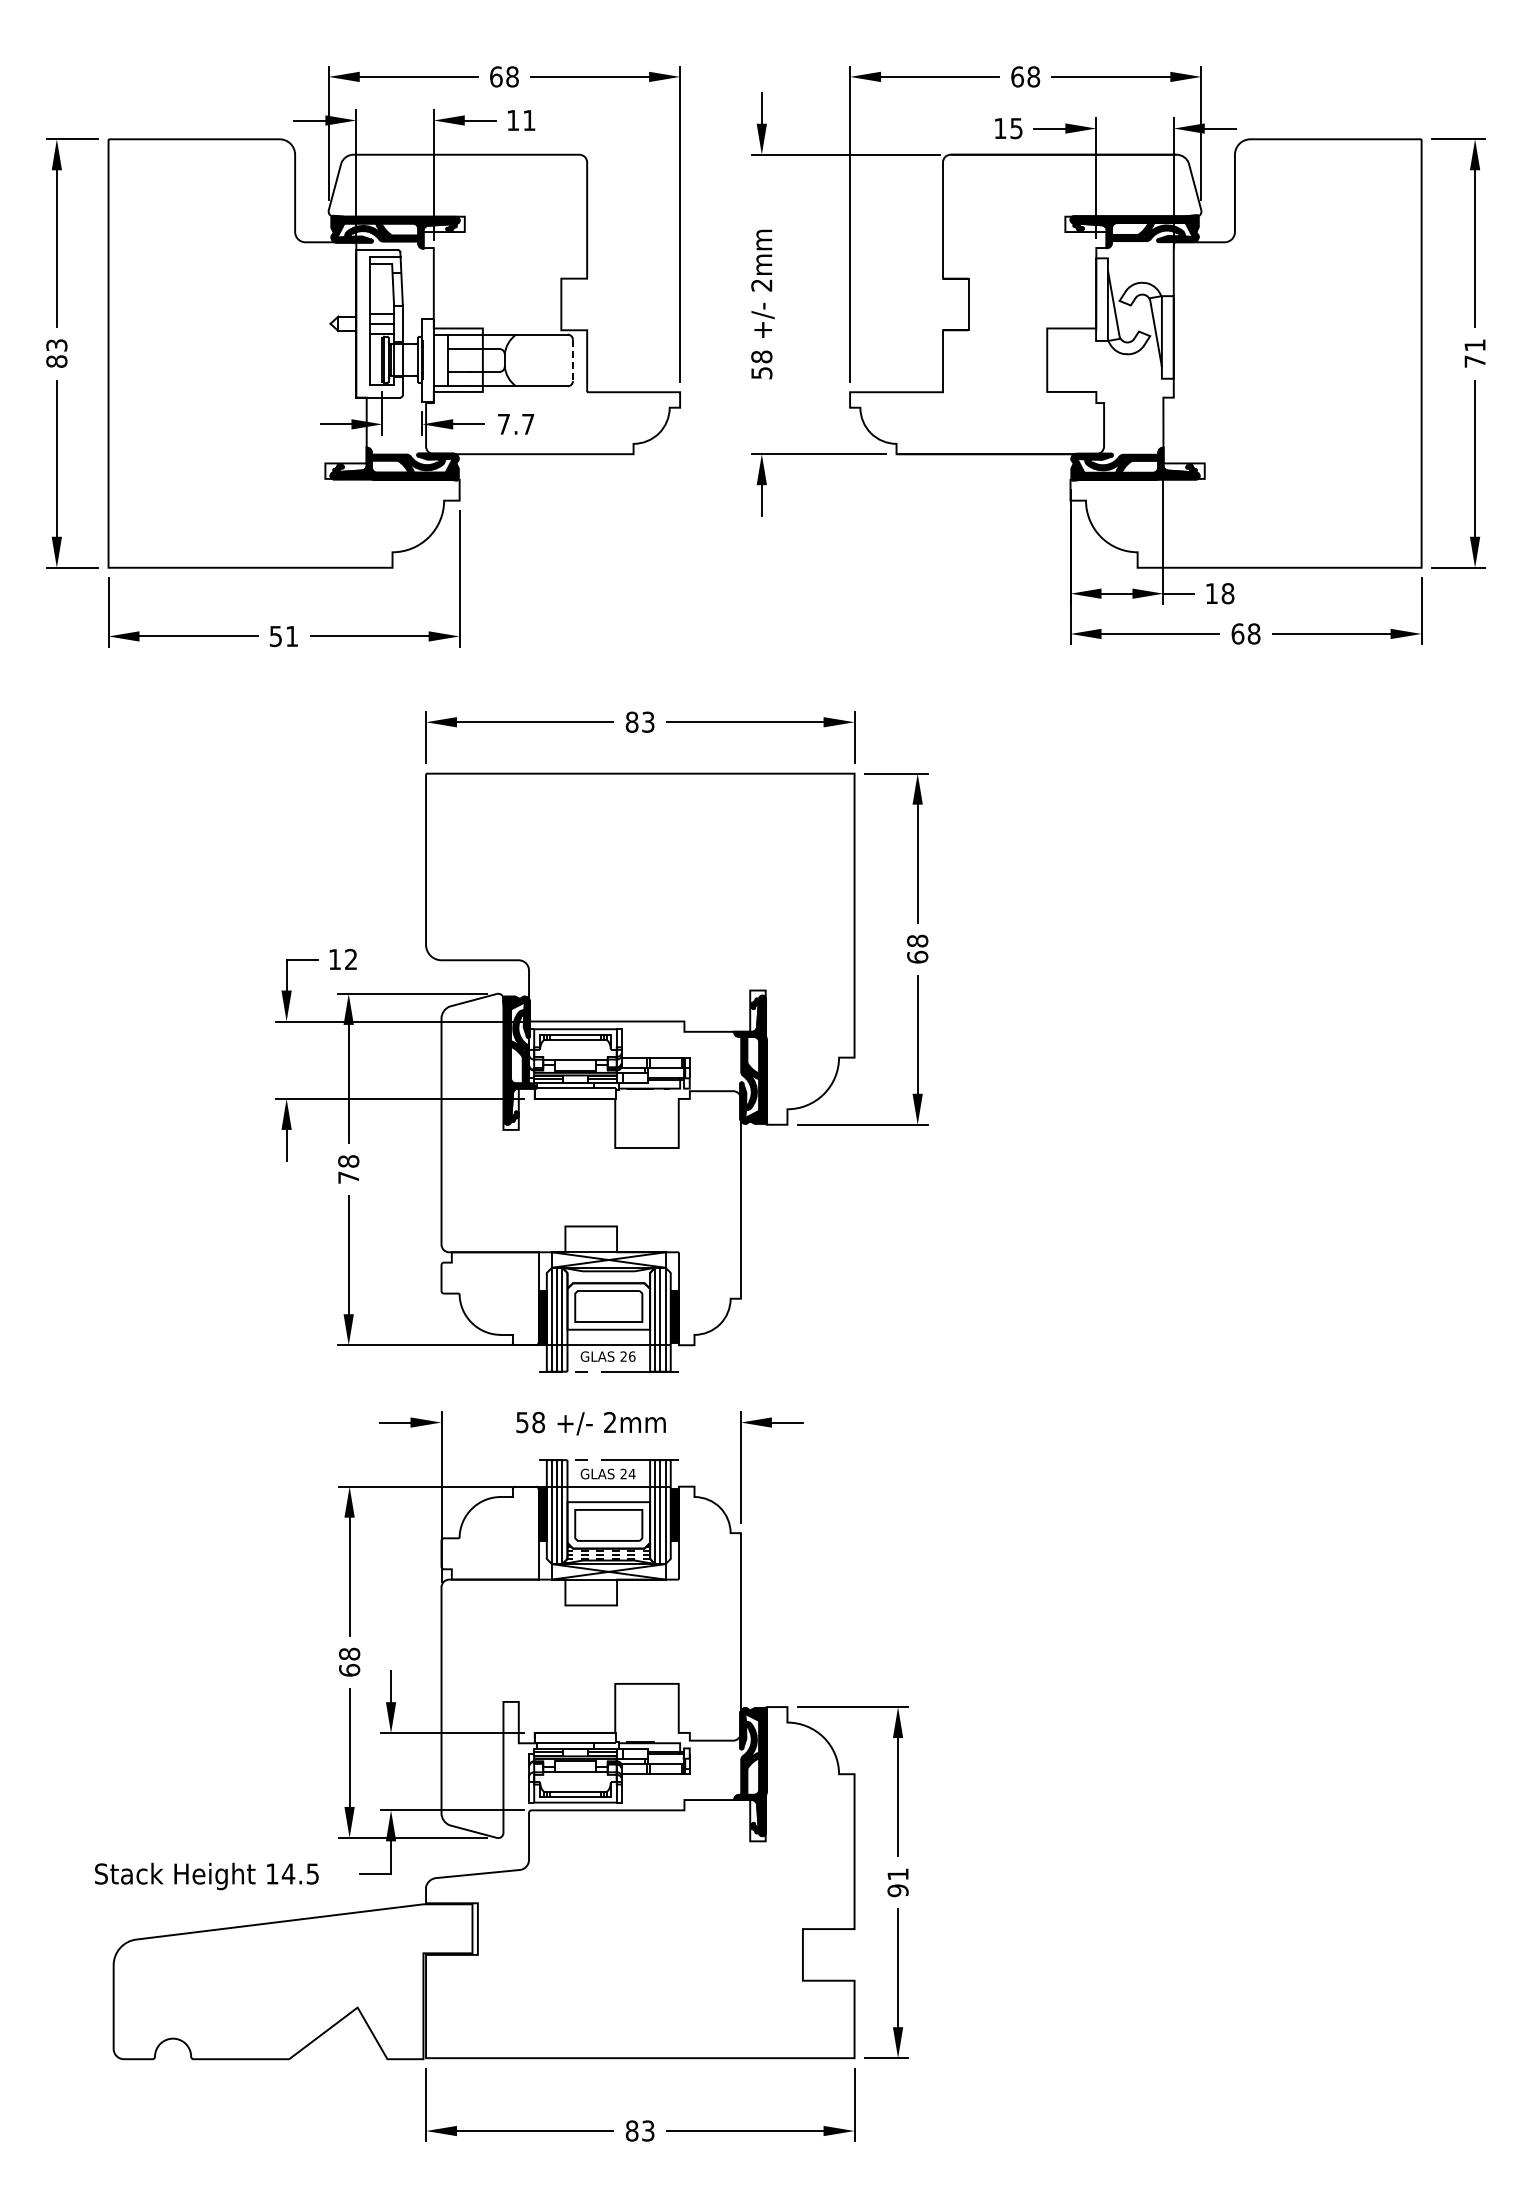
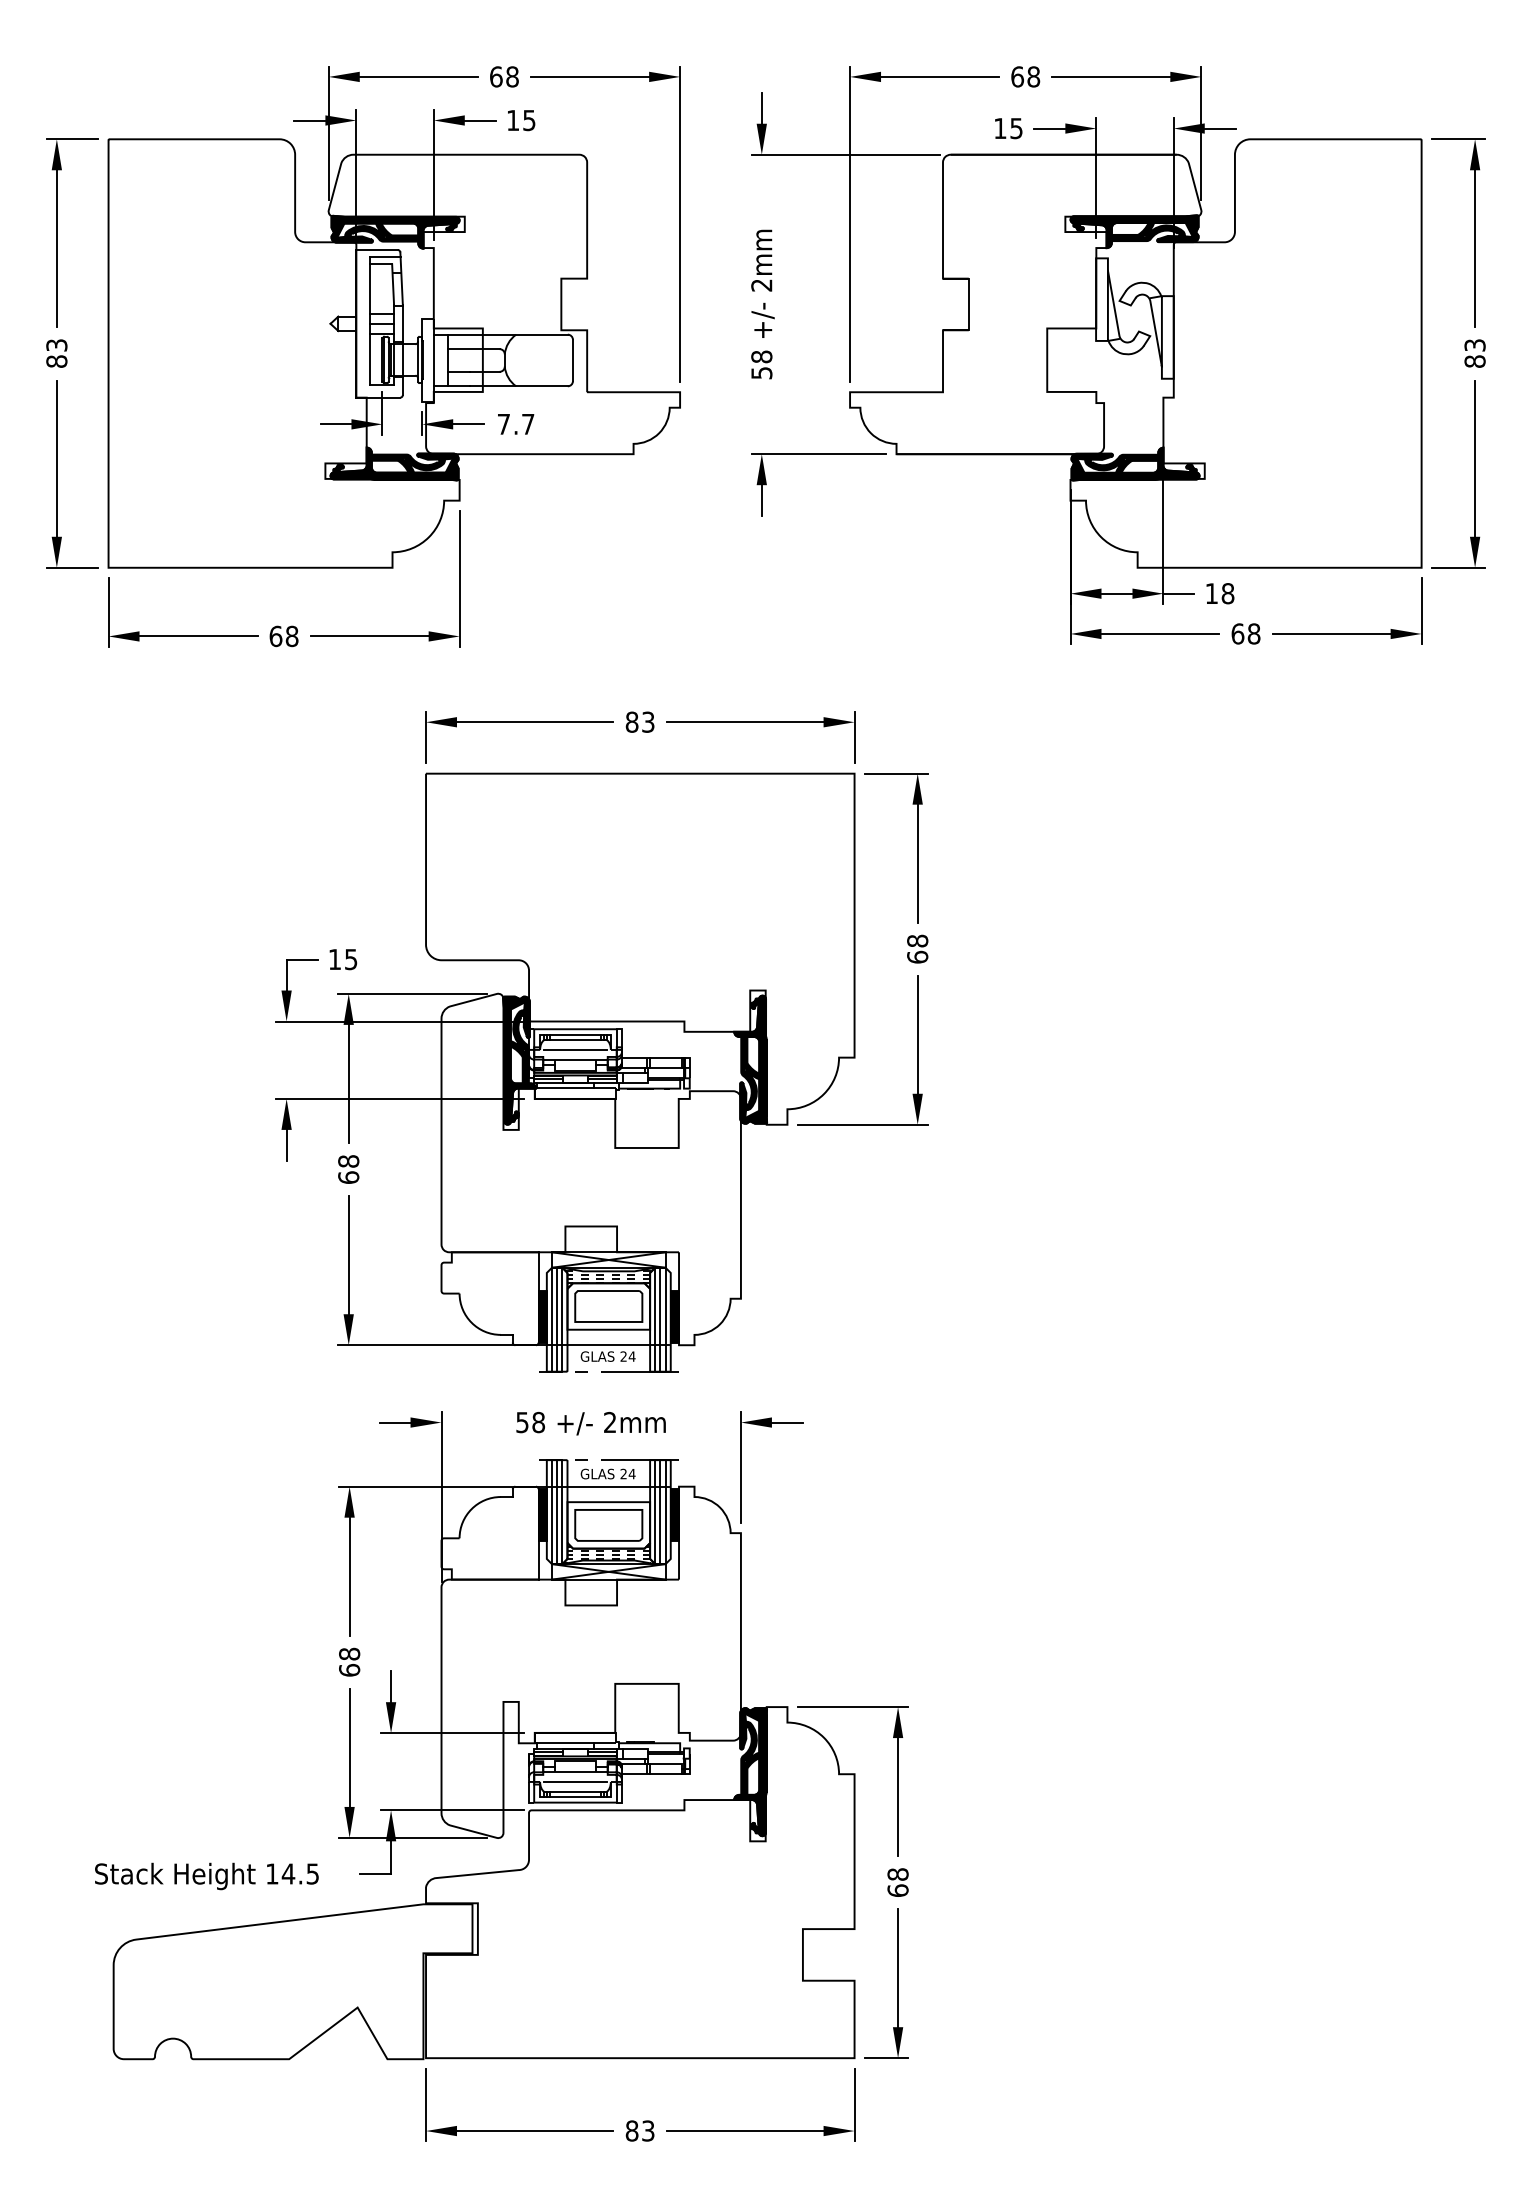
text at (529, 120): 11 -> 15
text at (1474, 353): 71 -> 83
line at (572, 360): dashed -> solid
text at (283, 636): 51 -> 68
text at (351, 959): 12 -> 15
line at (575, 1049): none -> present
text at (348, 1177): 78 -> 68
hatch at (607, 1278): none -> present
text at (631, 1356): 26 -> 24
line at (575, 1781): none -> present
text at (897, 1882): 91 -> 68
